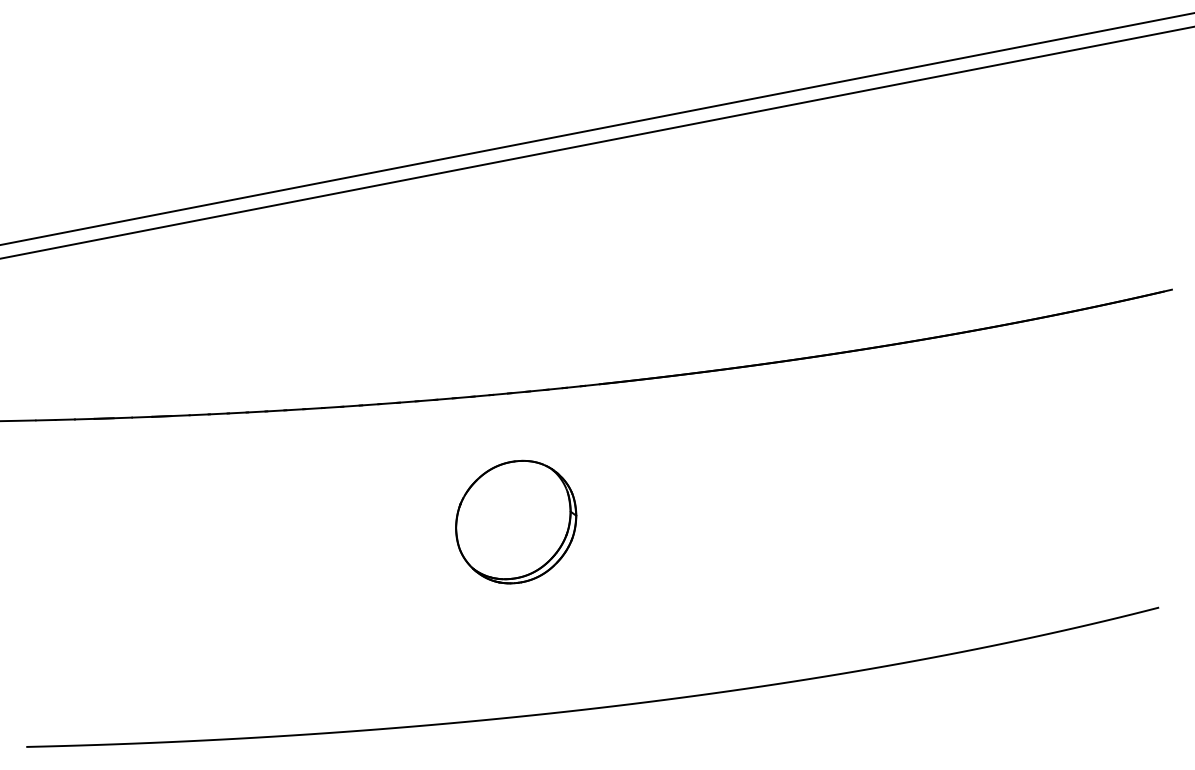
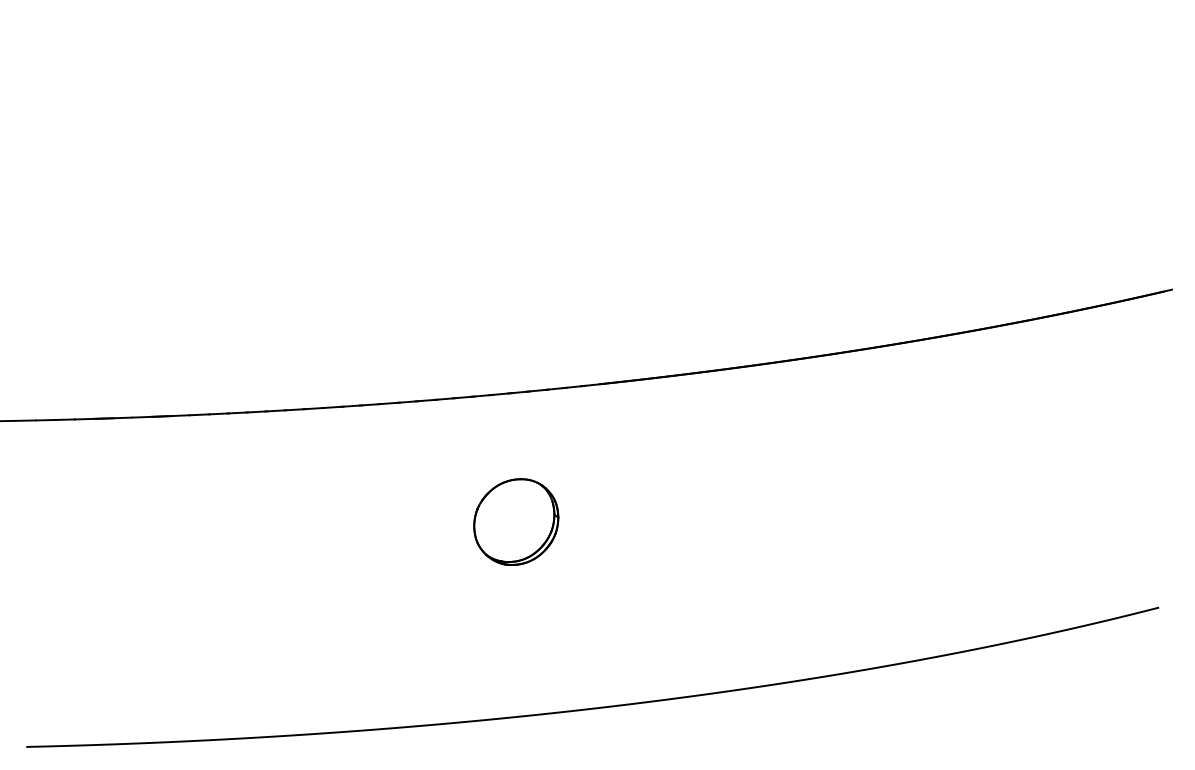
line at (596, 128): present -> none
line at (596, 142): present -> none
part at (516, 521) size: 123x126 px -> 87x88 px
